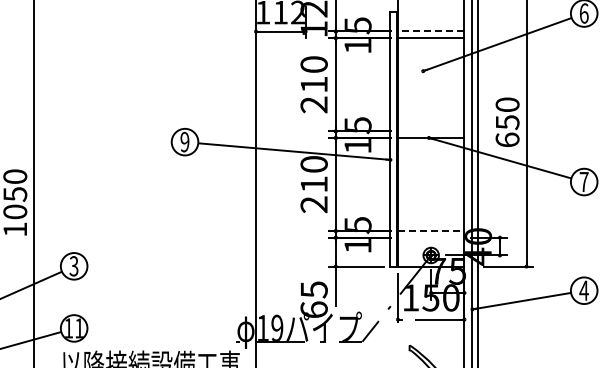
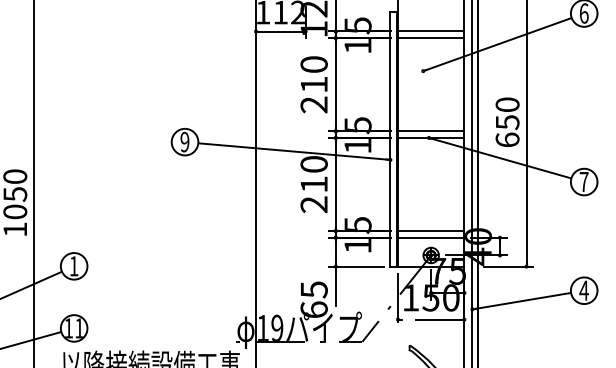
line at (430, 31): dashed -> solid
line at (430, 131): none -> present
line at (431, 231): dashed -> solid
line at (430, 237): none -> present
text at (73, 266): 3 -> 1
